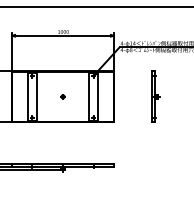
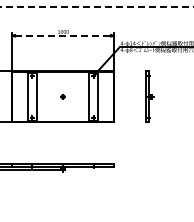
line at (96, 6): solid -> dashed
line at (63, 35): solid -> dashed
part at (155, 96) position: (155, 96) -> (149, 96)
